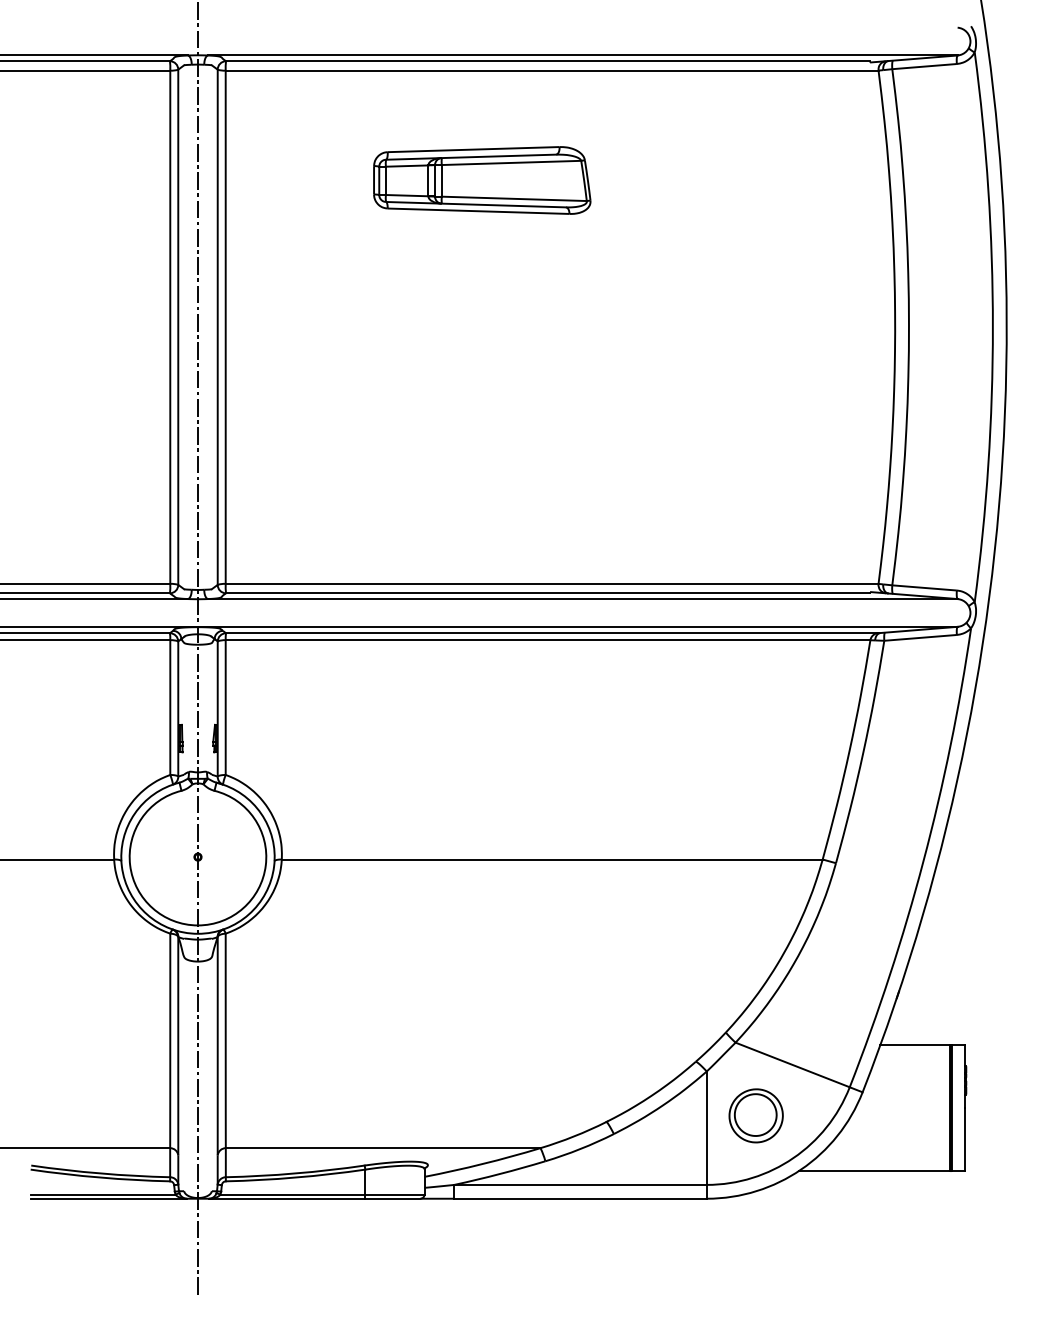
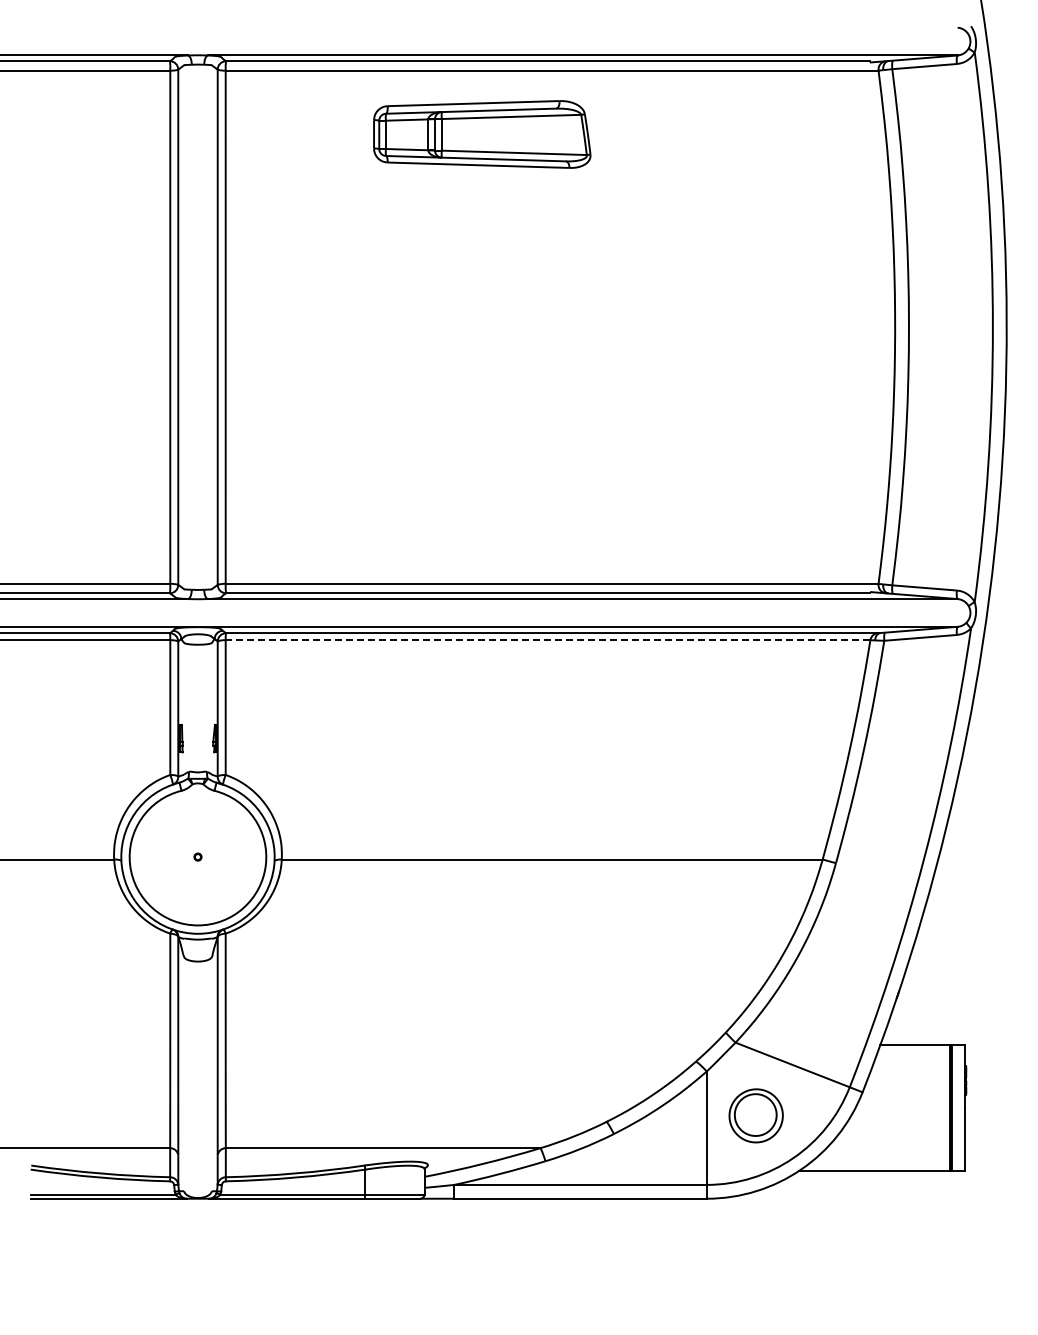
part at (482, 180) position: (482, 180) -> (482, 134)
line at (547, 640): solid -> dashed
line at (197, 648): present -> none
